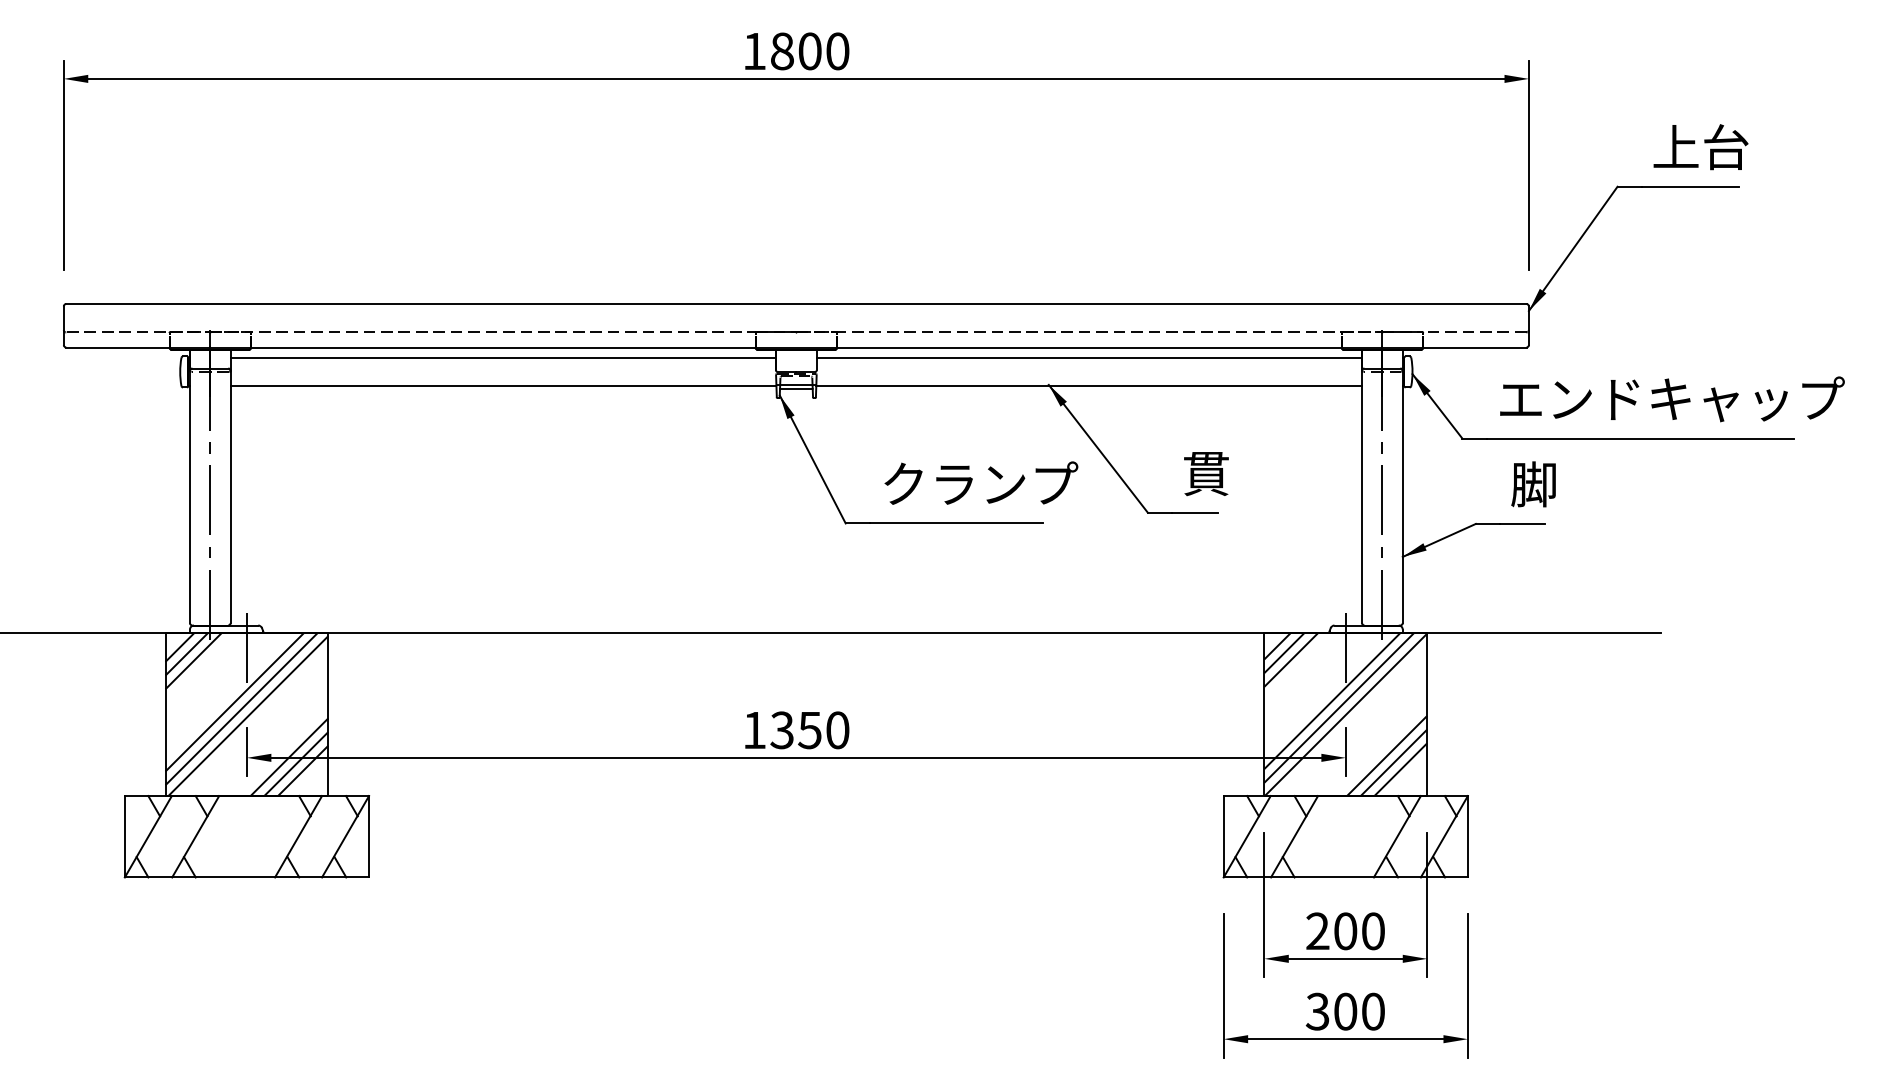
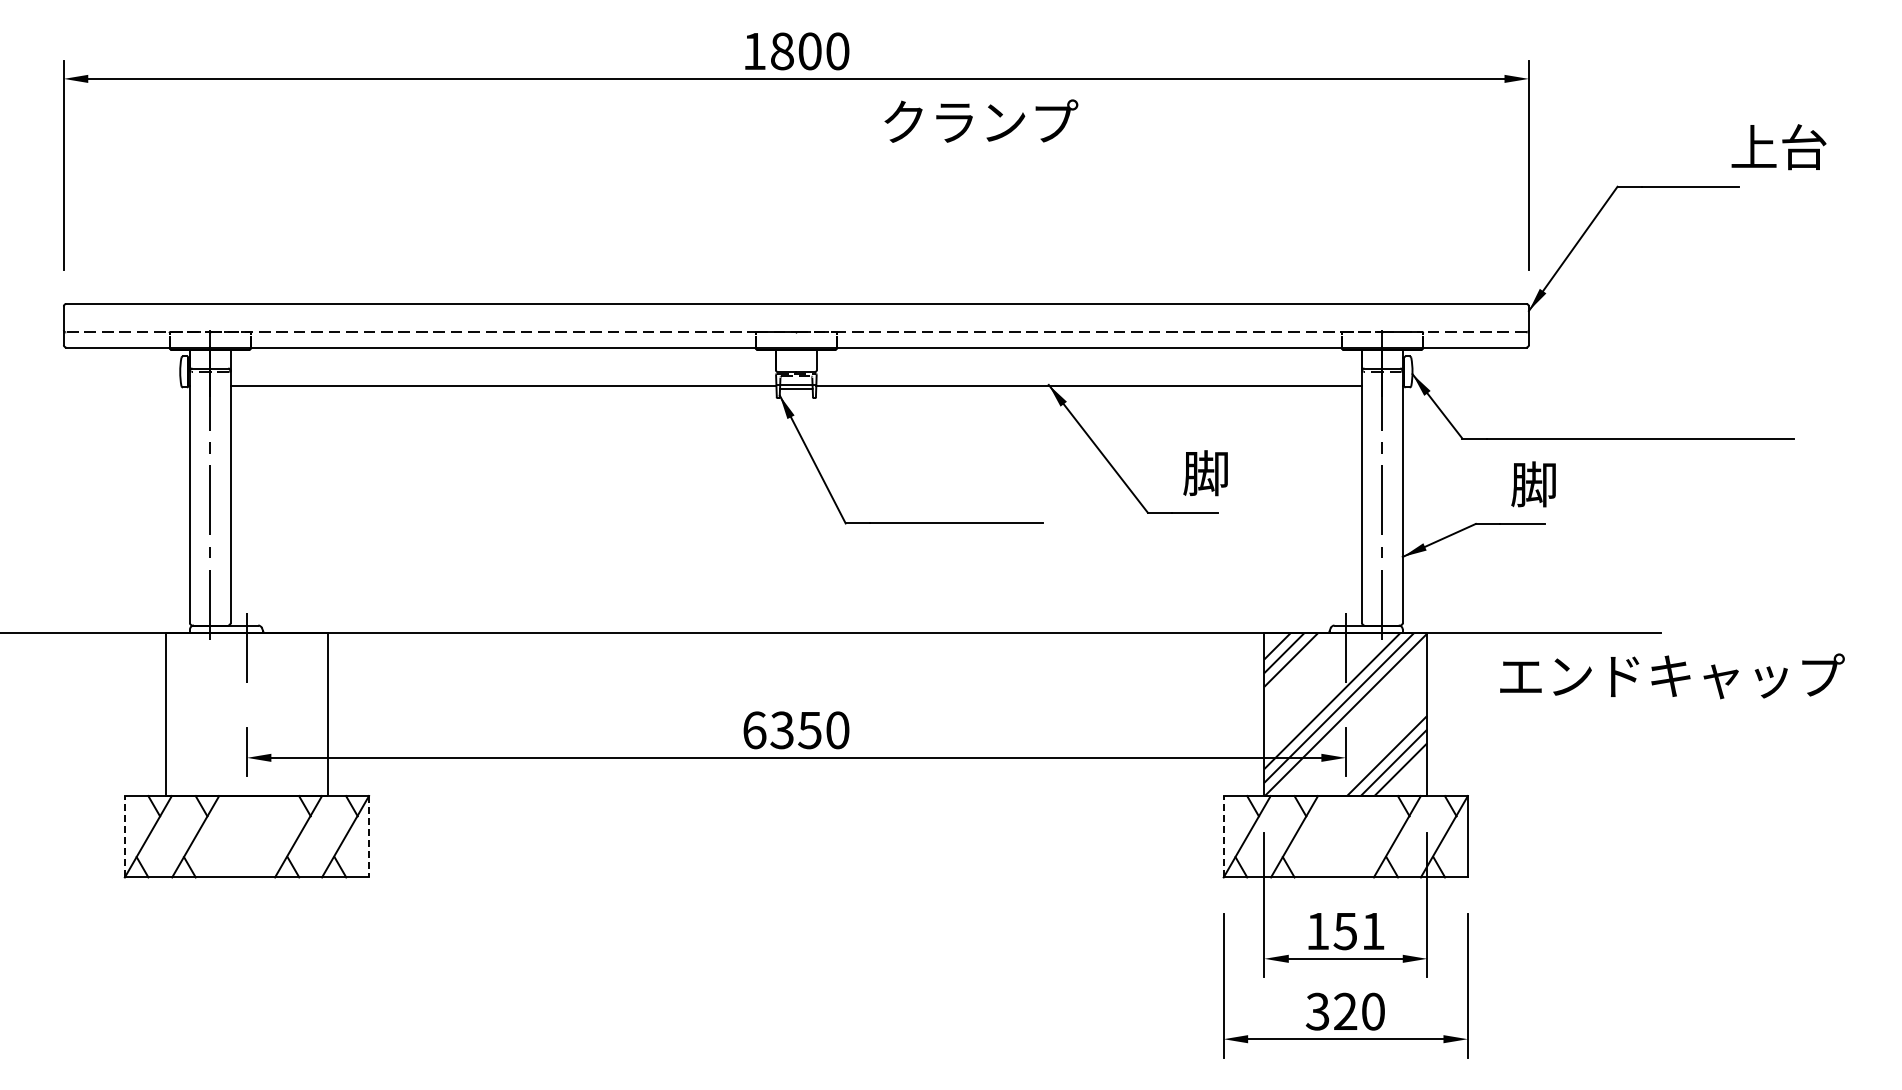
text at (1700, 147) position: (1700, 147) -> (1778, 147)
line at (503, 358): present -> none
line at (1089, 358): present -> none
text at (1672, 399) position: (1672, 399) -> (1672, 676)
text at (1205, 473): 貫 -> 脚
text at (981, 482) position: (981, 482) -> (981, 120)
hatch at (246, 714): present -> none
text at (754, 730): 1350 -> 6350
line at (124, 836): solid -> dashed
line at (369, 836): solid -> dashed
line at (1223, 836): solid -> dashed
text at (1345, 931): 200 -> 151
text at (1345, 1011): 300 -> 320
